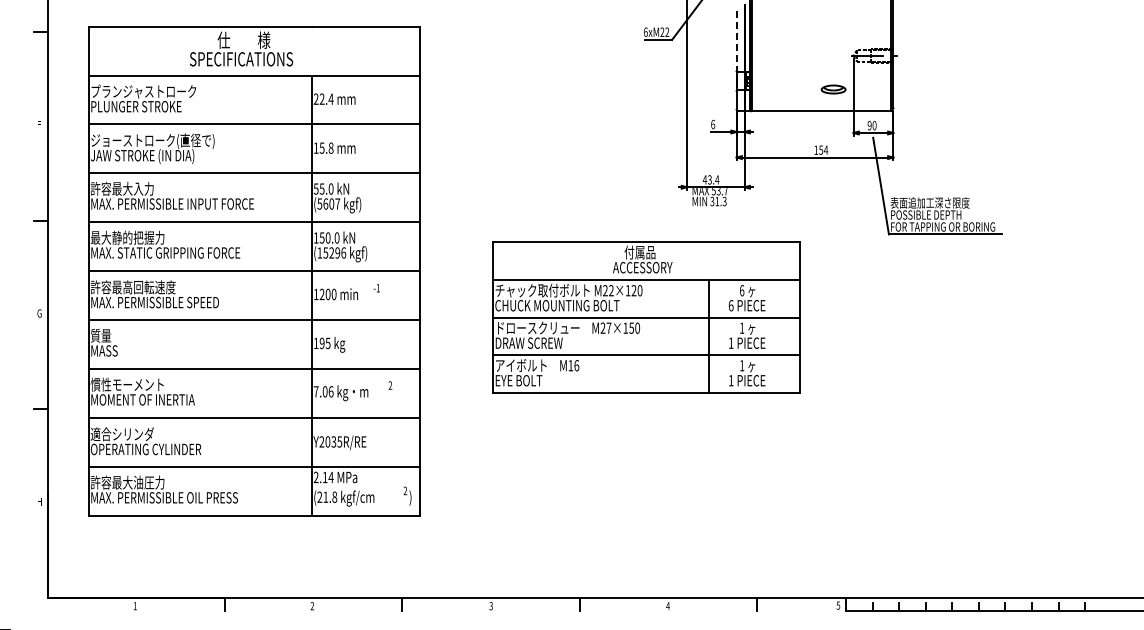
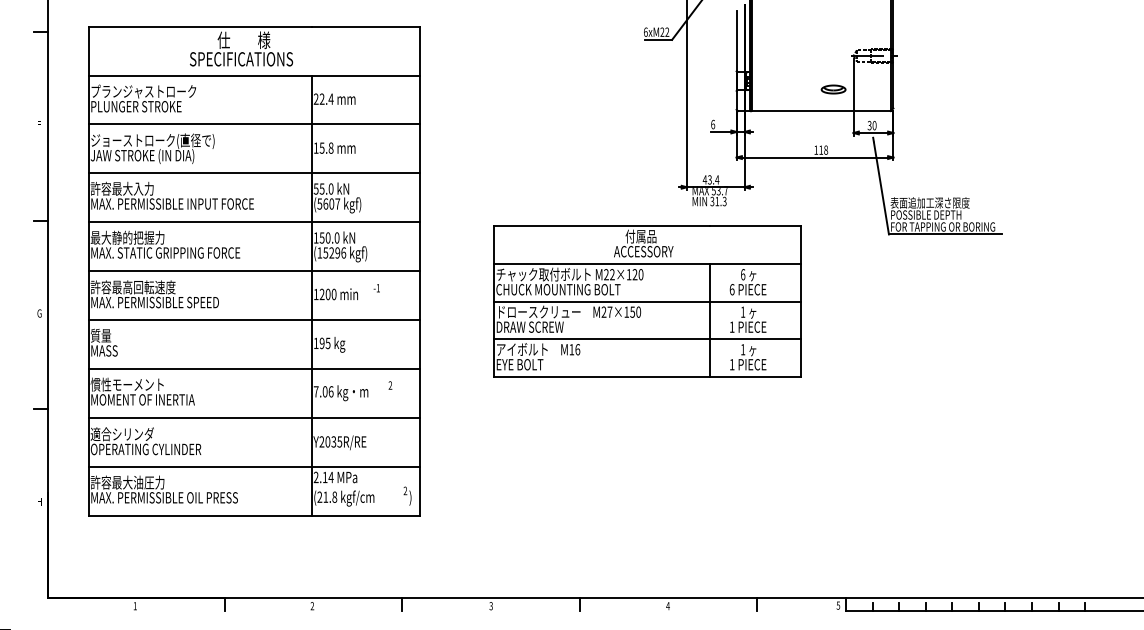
line at (736, 41): dashed -> solid
text at (869, 125): 90 -> 30
text at (823, 149): 154 -> 118
part at (646, 317) position: (646, 317) -> (647, 301)
